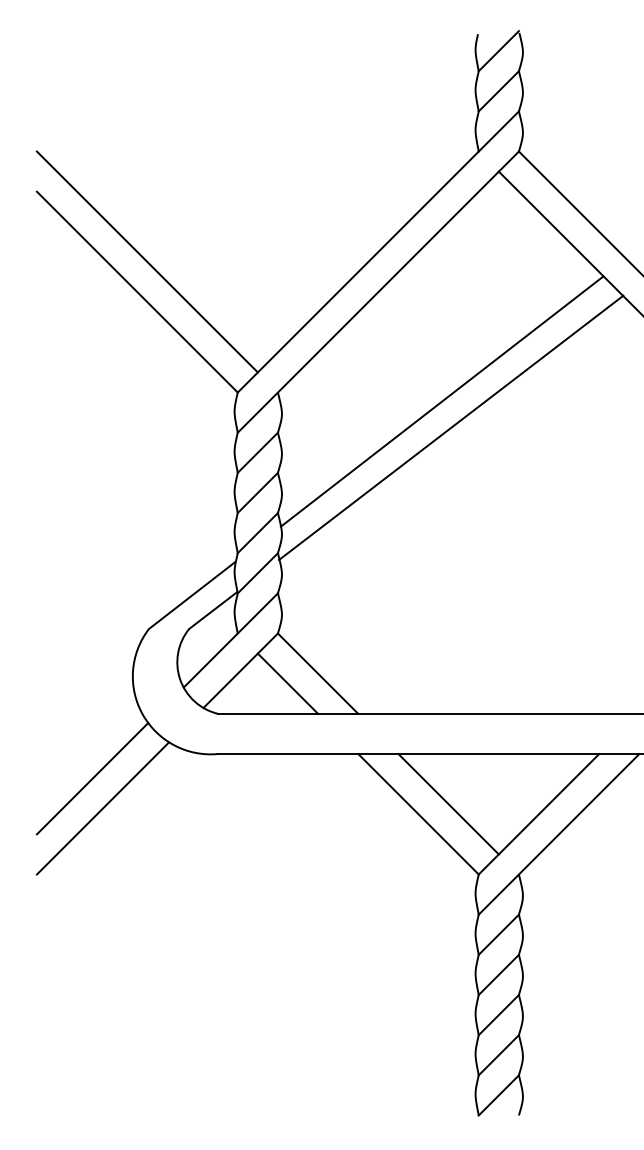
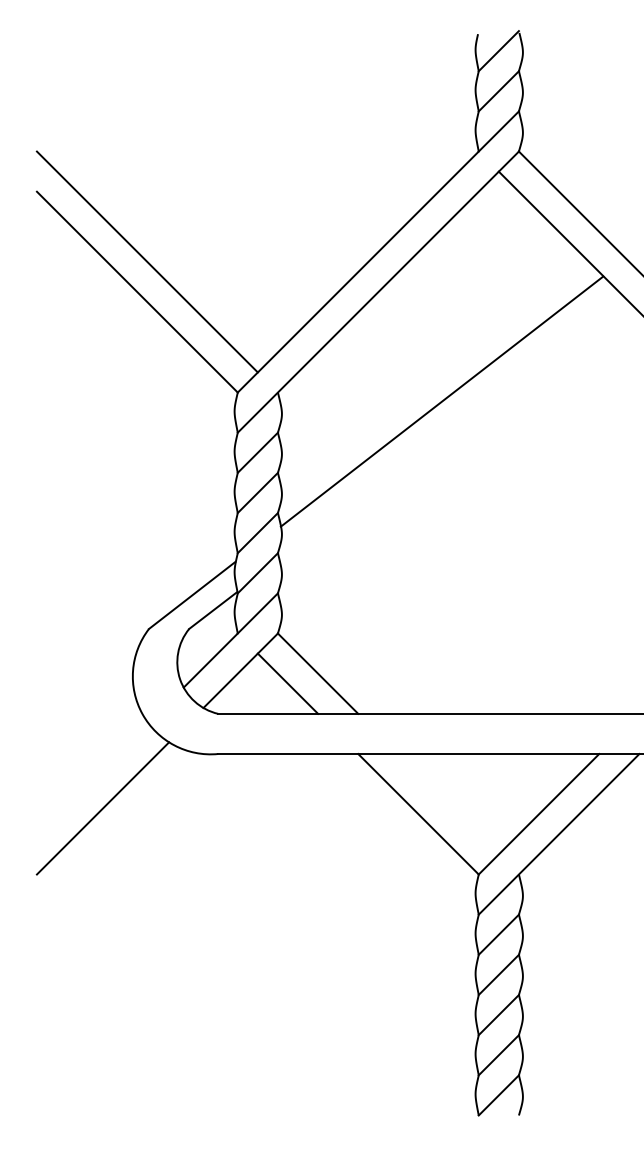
line at (451, 427): present -> none
line at (92, 778): present -> none
line at (448, 804): present -> none
